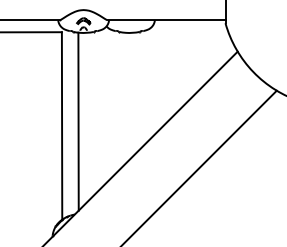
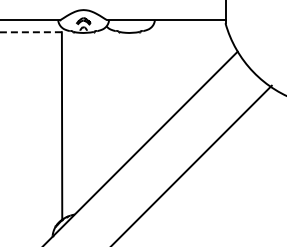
line at (30, 32): solid -> dashed
line at (78, 121): present -> none
line at (199, 166) position: (199, 166) -> (192, 164)
